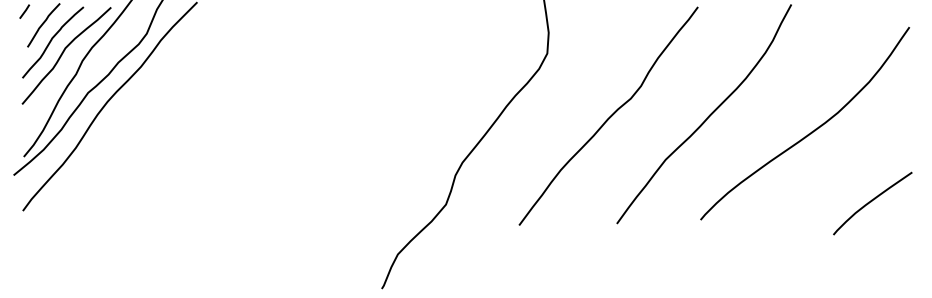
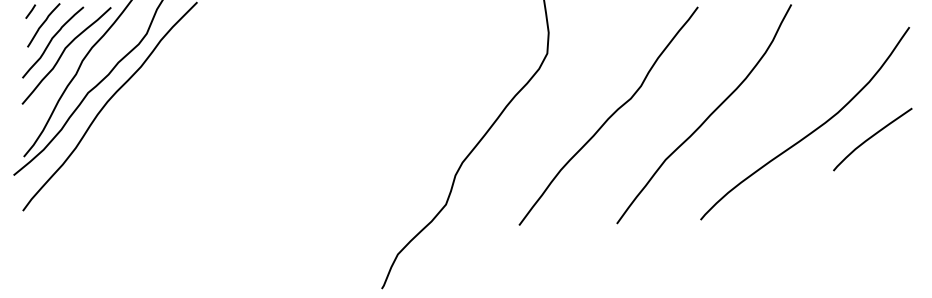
line at (24, 11) position: (24, 11) -> (30, 11)
curve at (871, 202) position: (871, 202) -> (871, 138)
